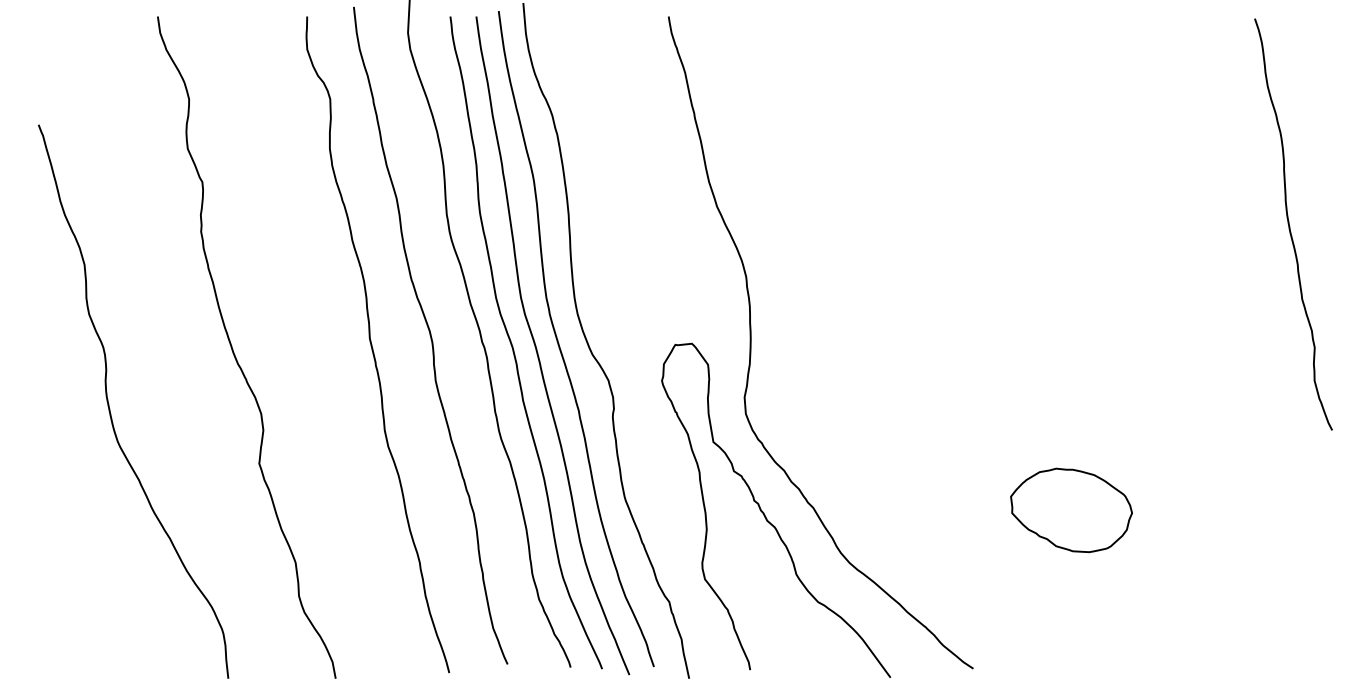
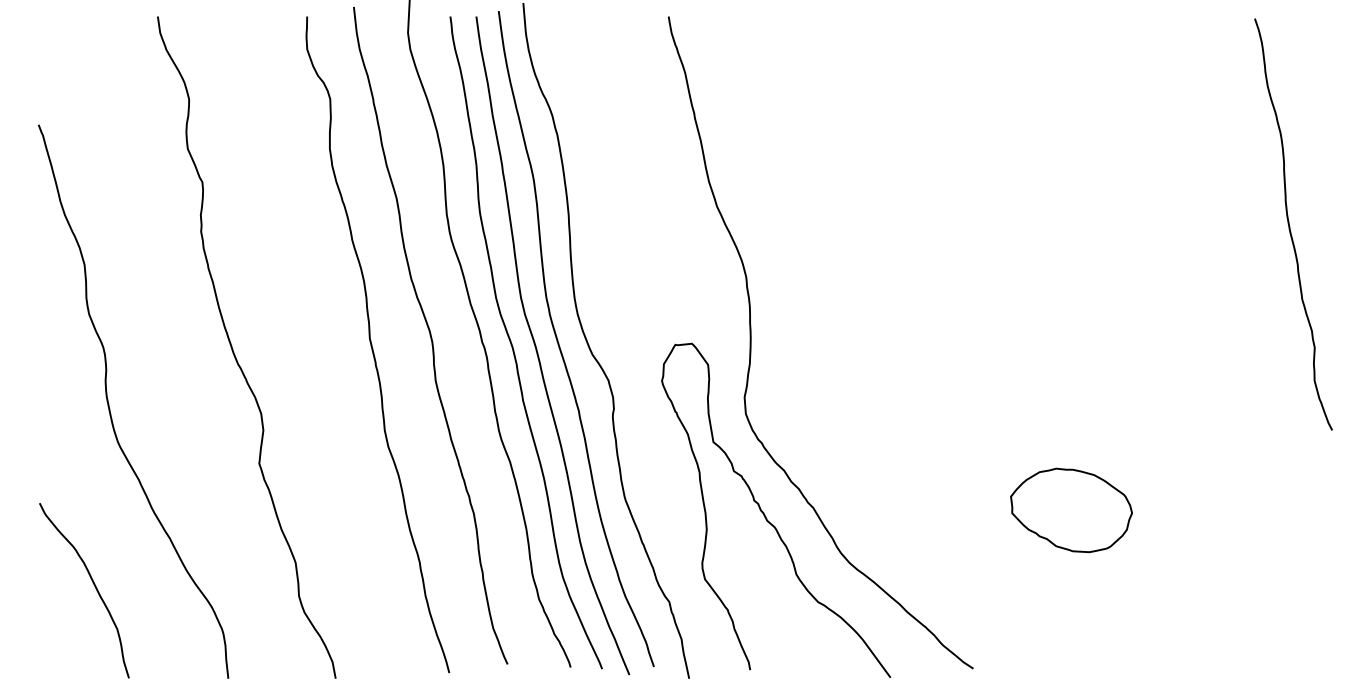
curve at (94, 586): none -> present
